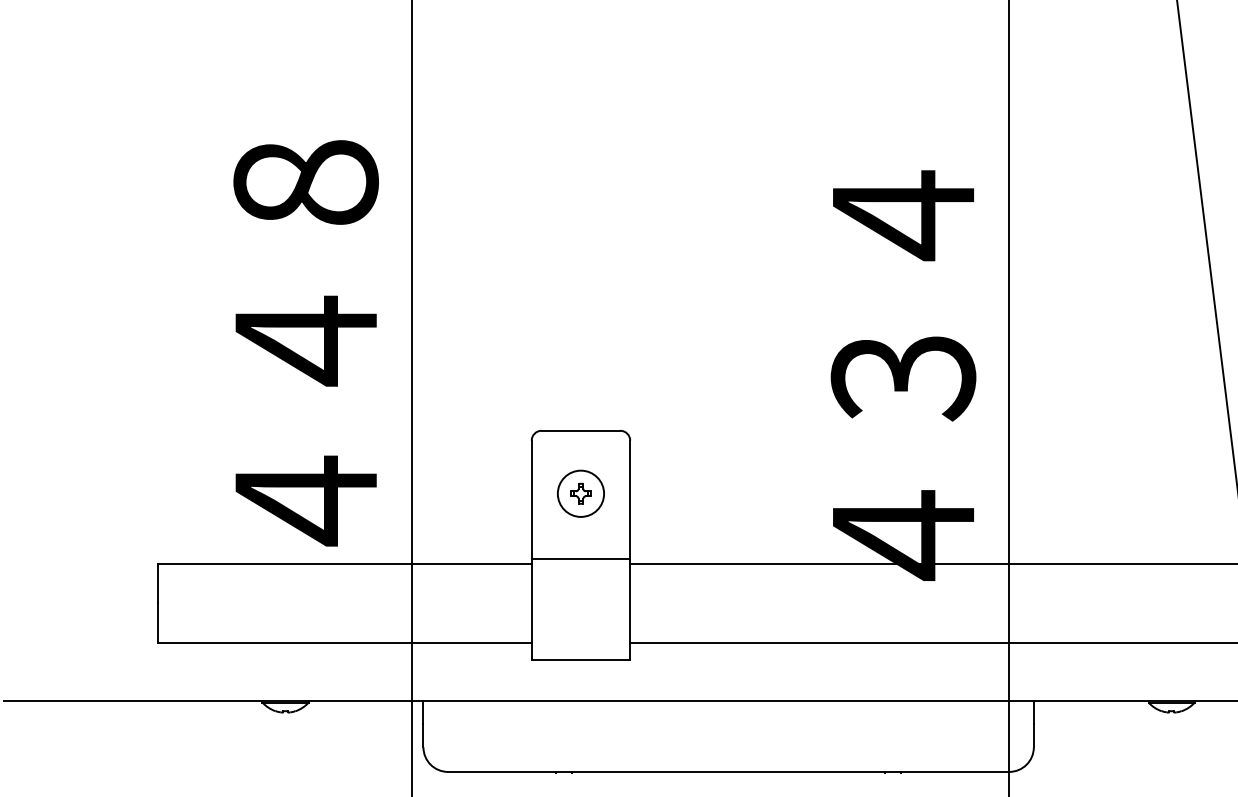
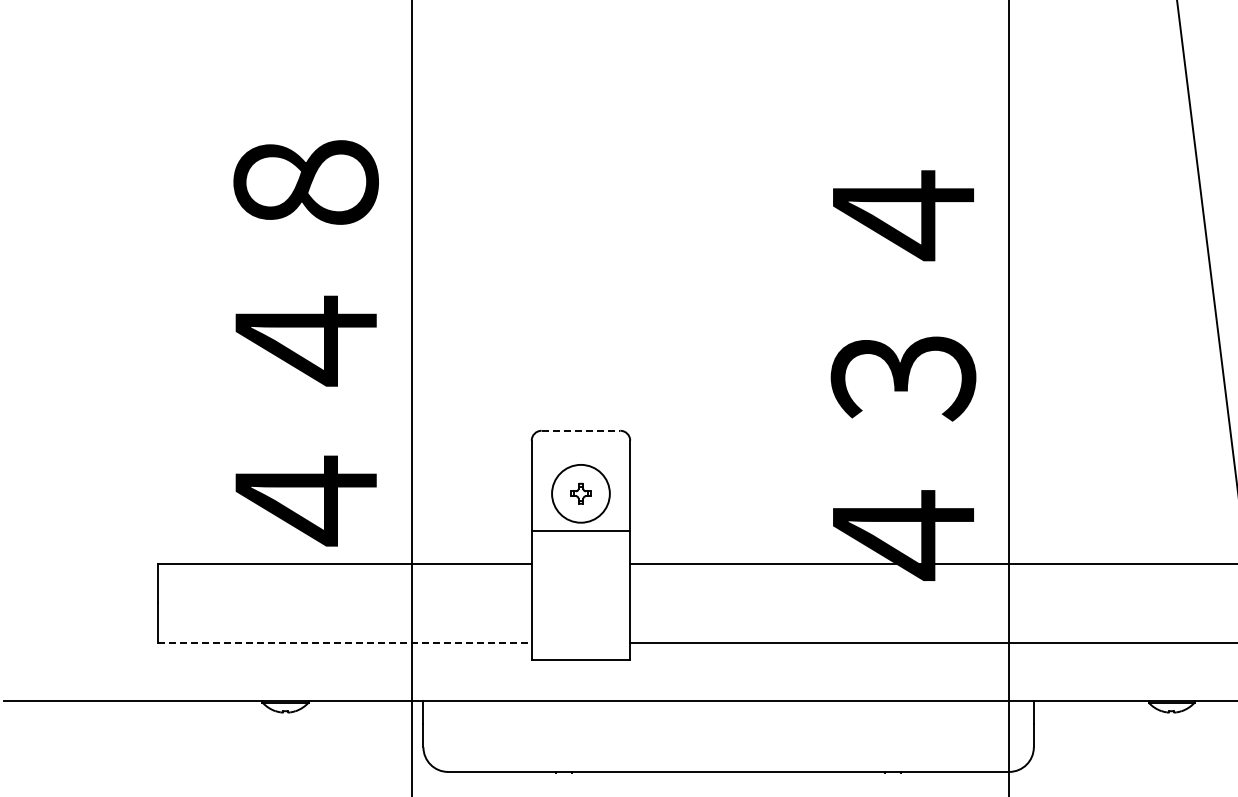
line at (581, 430): solid -> dashed
circle at (580, 493) diameter: 46 px -> 58 px
line at (580, 558) position: (580, 558) -> (580, 530)
line at (345, 642): solid -> dashed
